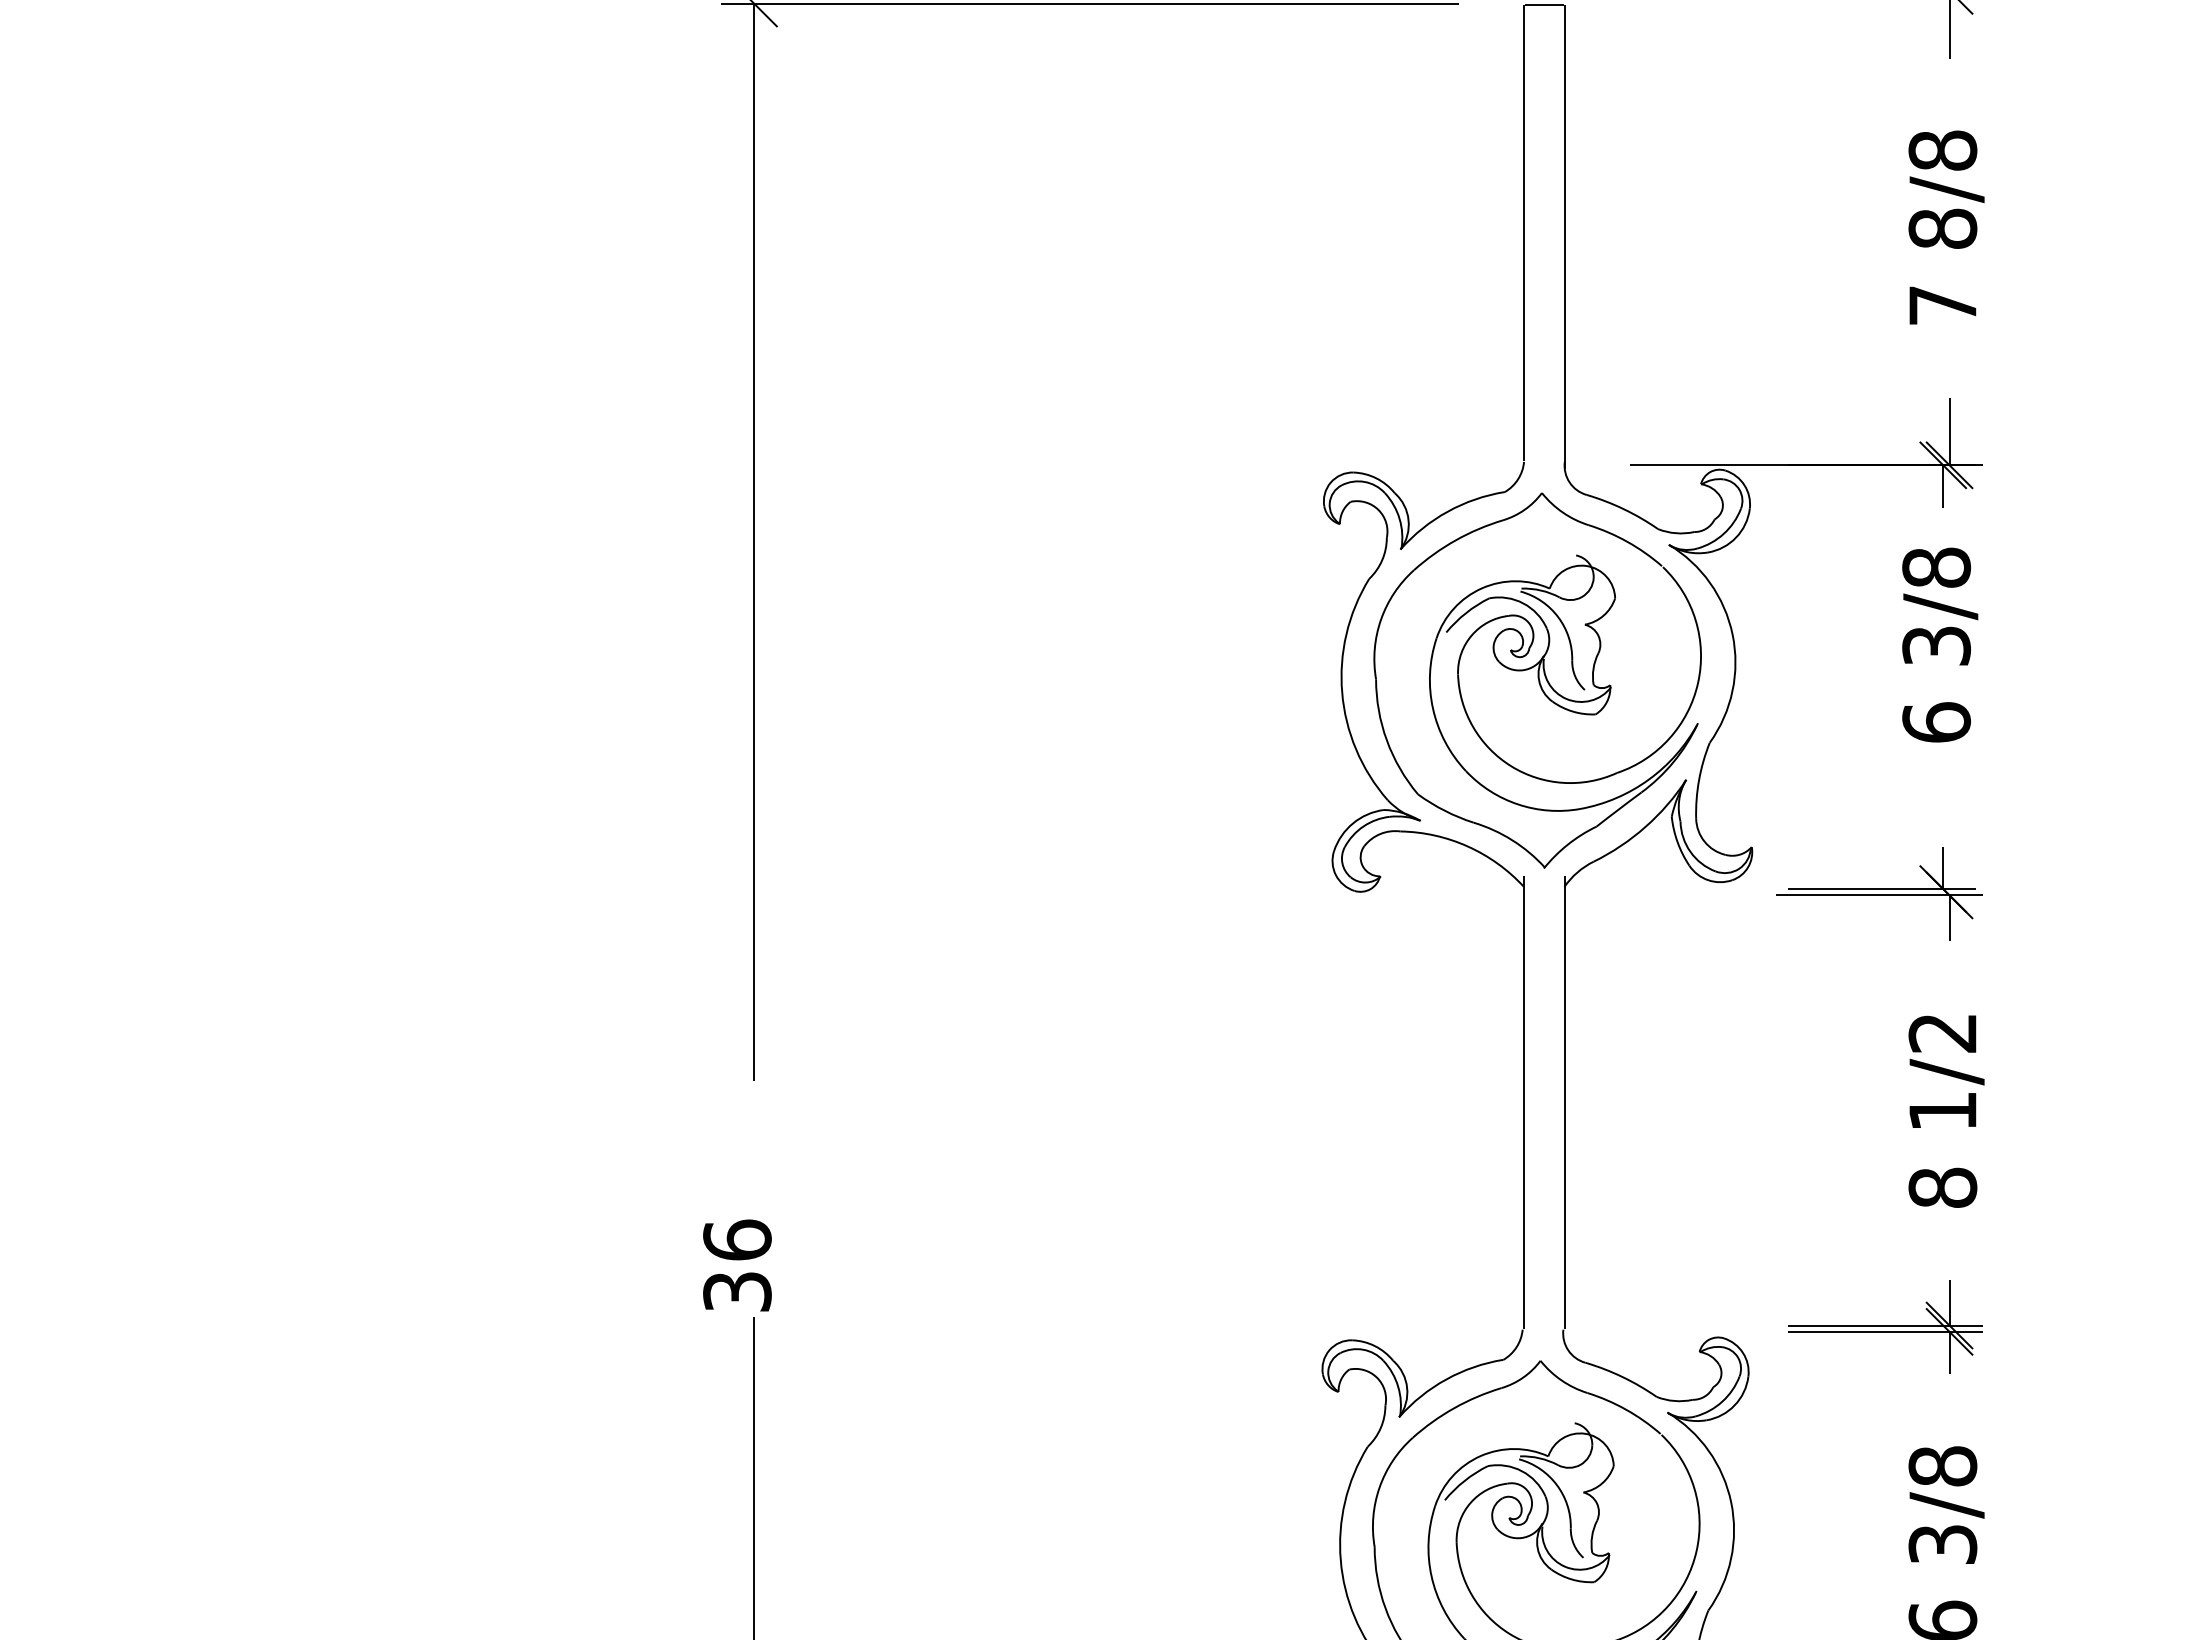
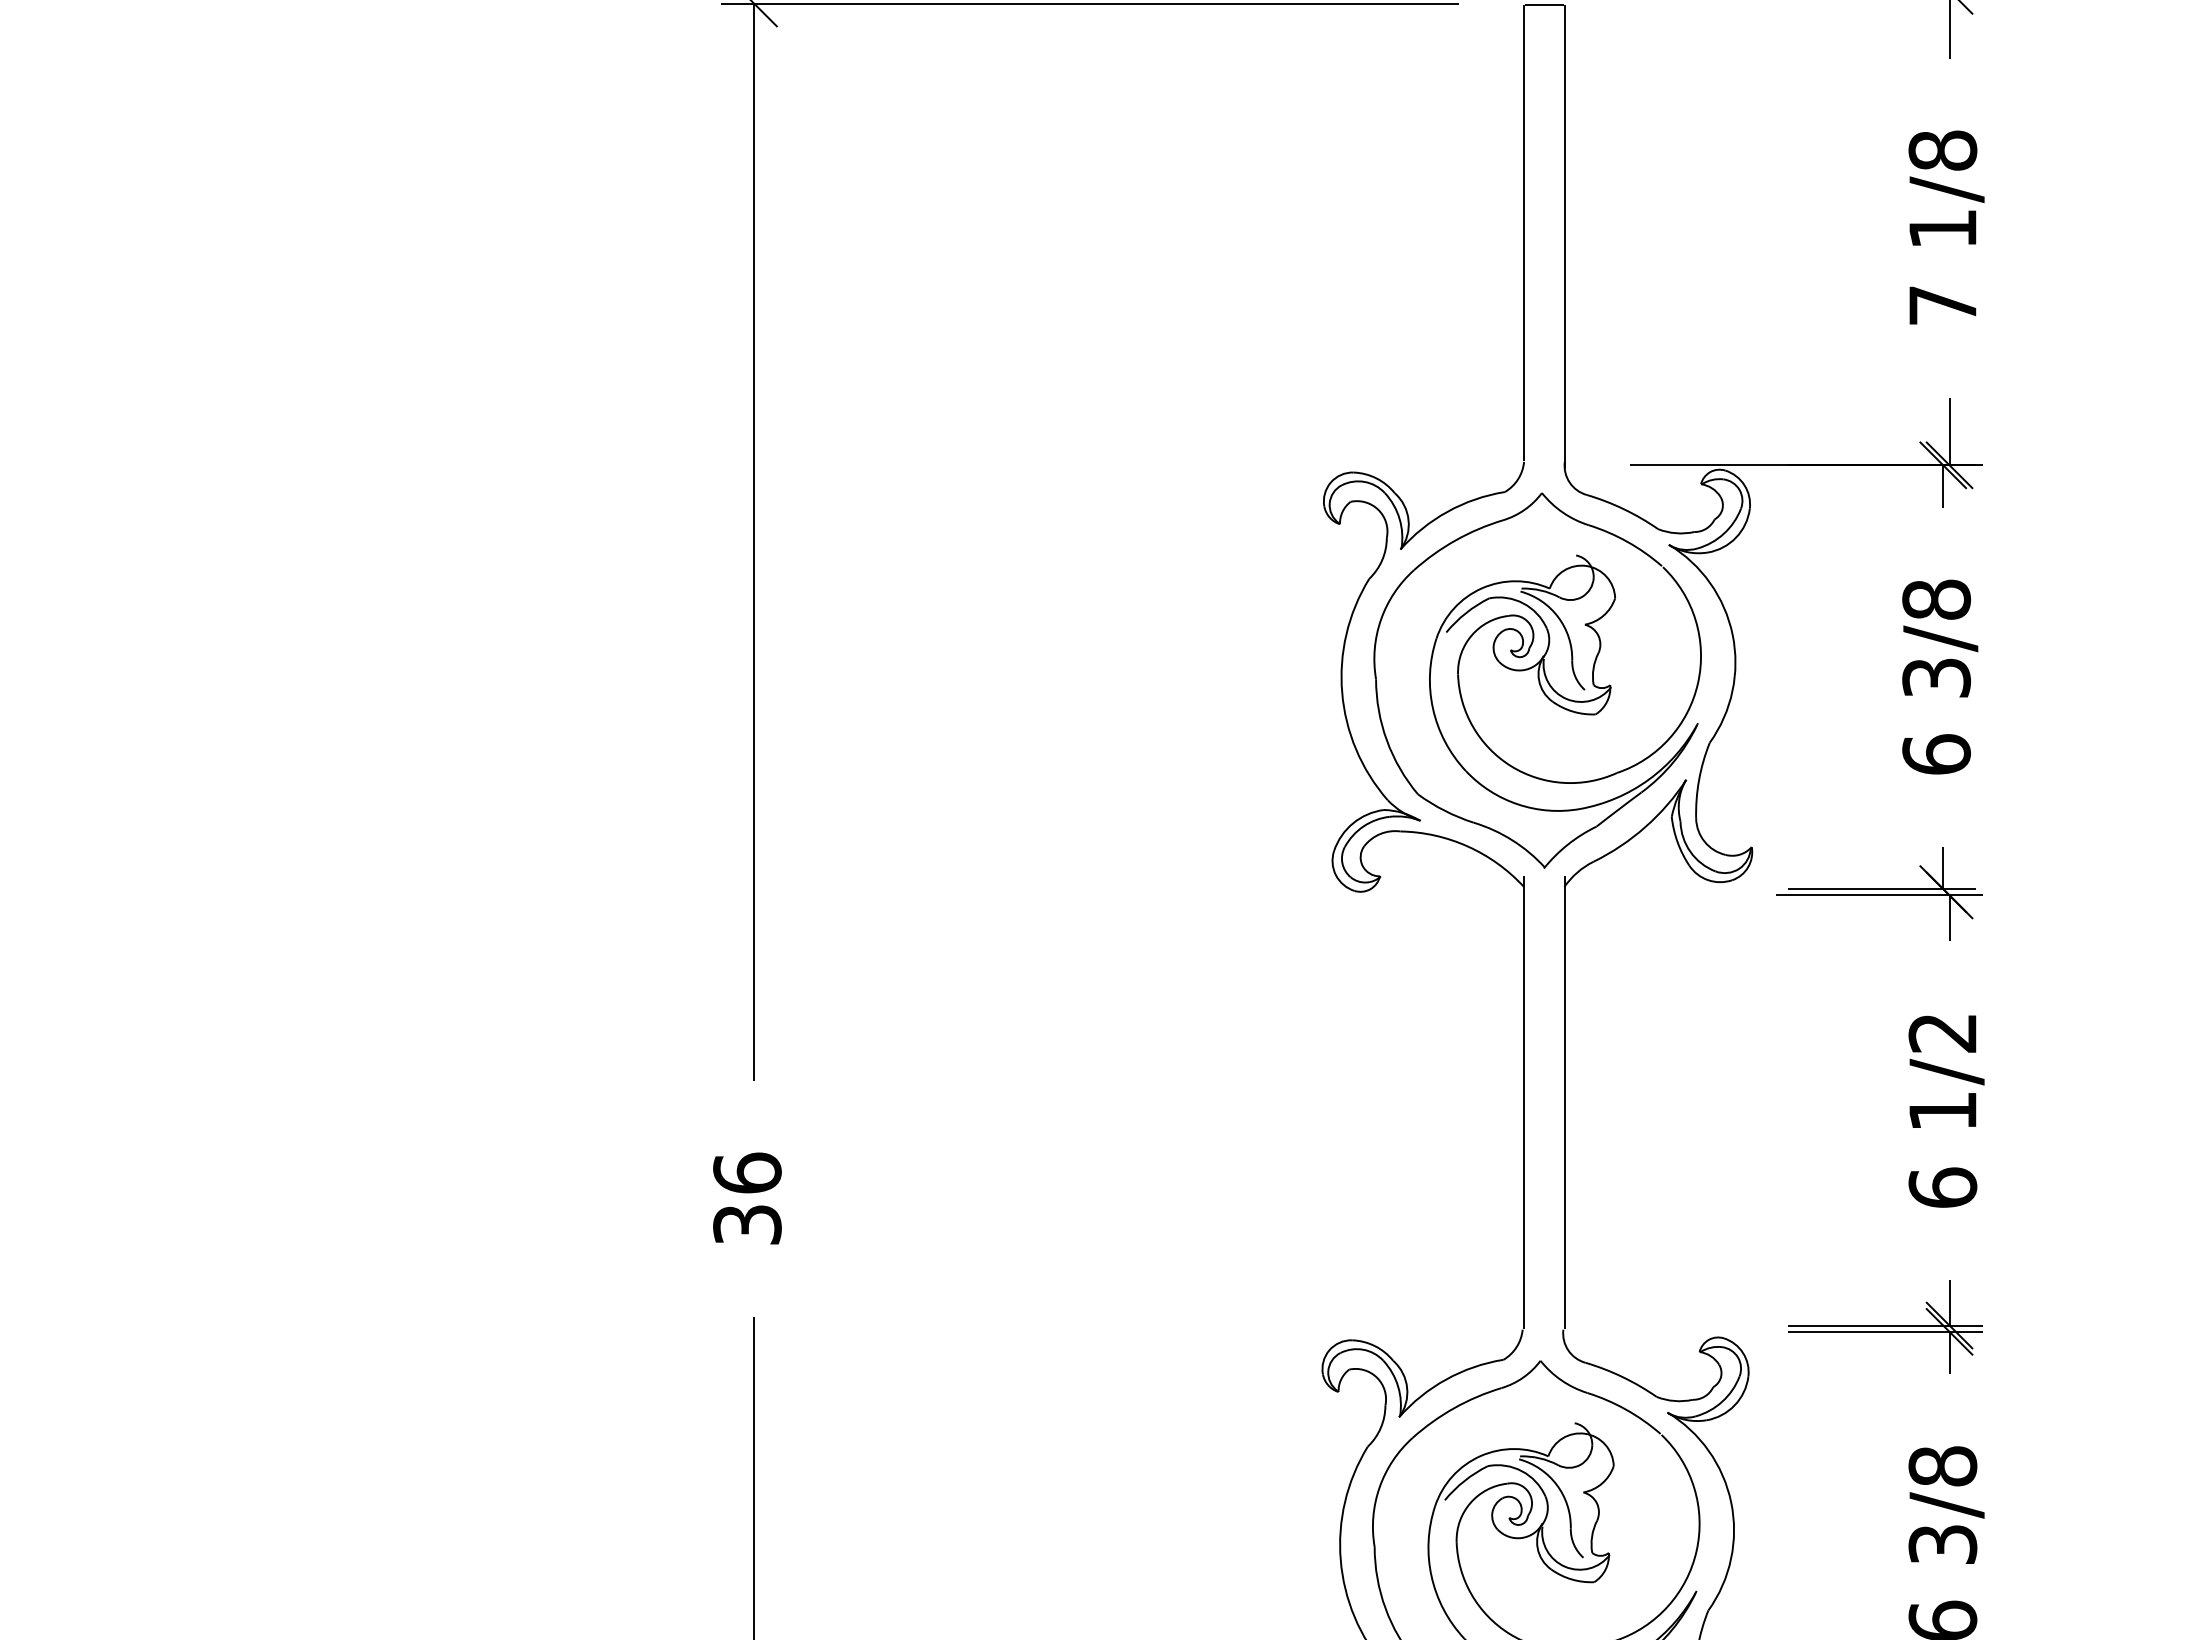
text at (1942, 228): 8/8 -> 1/8
text at (1940, 644) position: (1940, 644) -> (1940, 676)
text at (1942, 1187): 8 -> 6
text at (737, 1265) position: (737, 1265) -> (747, 1198)
